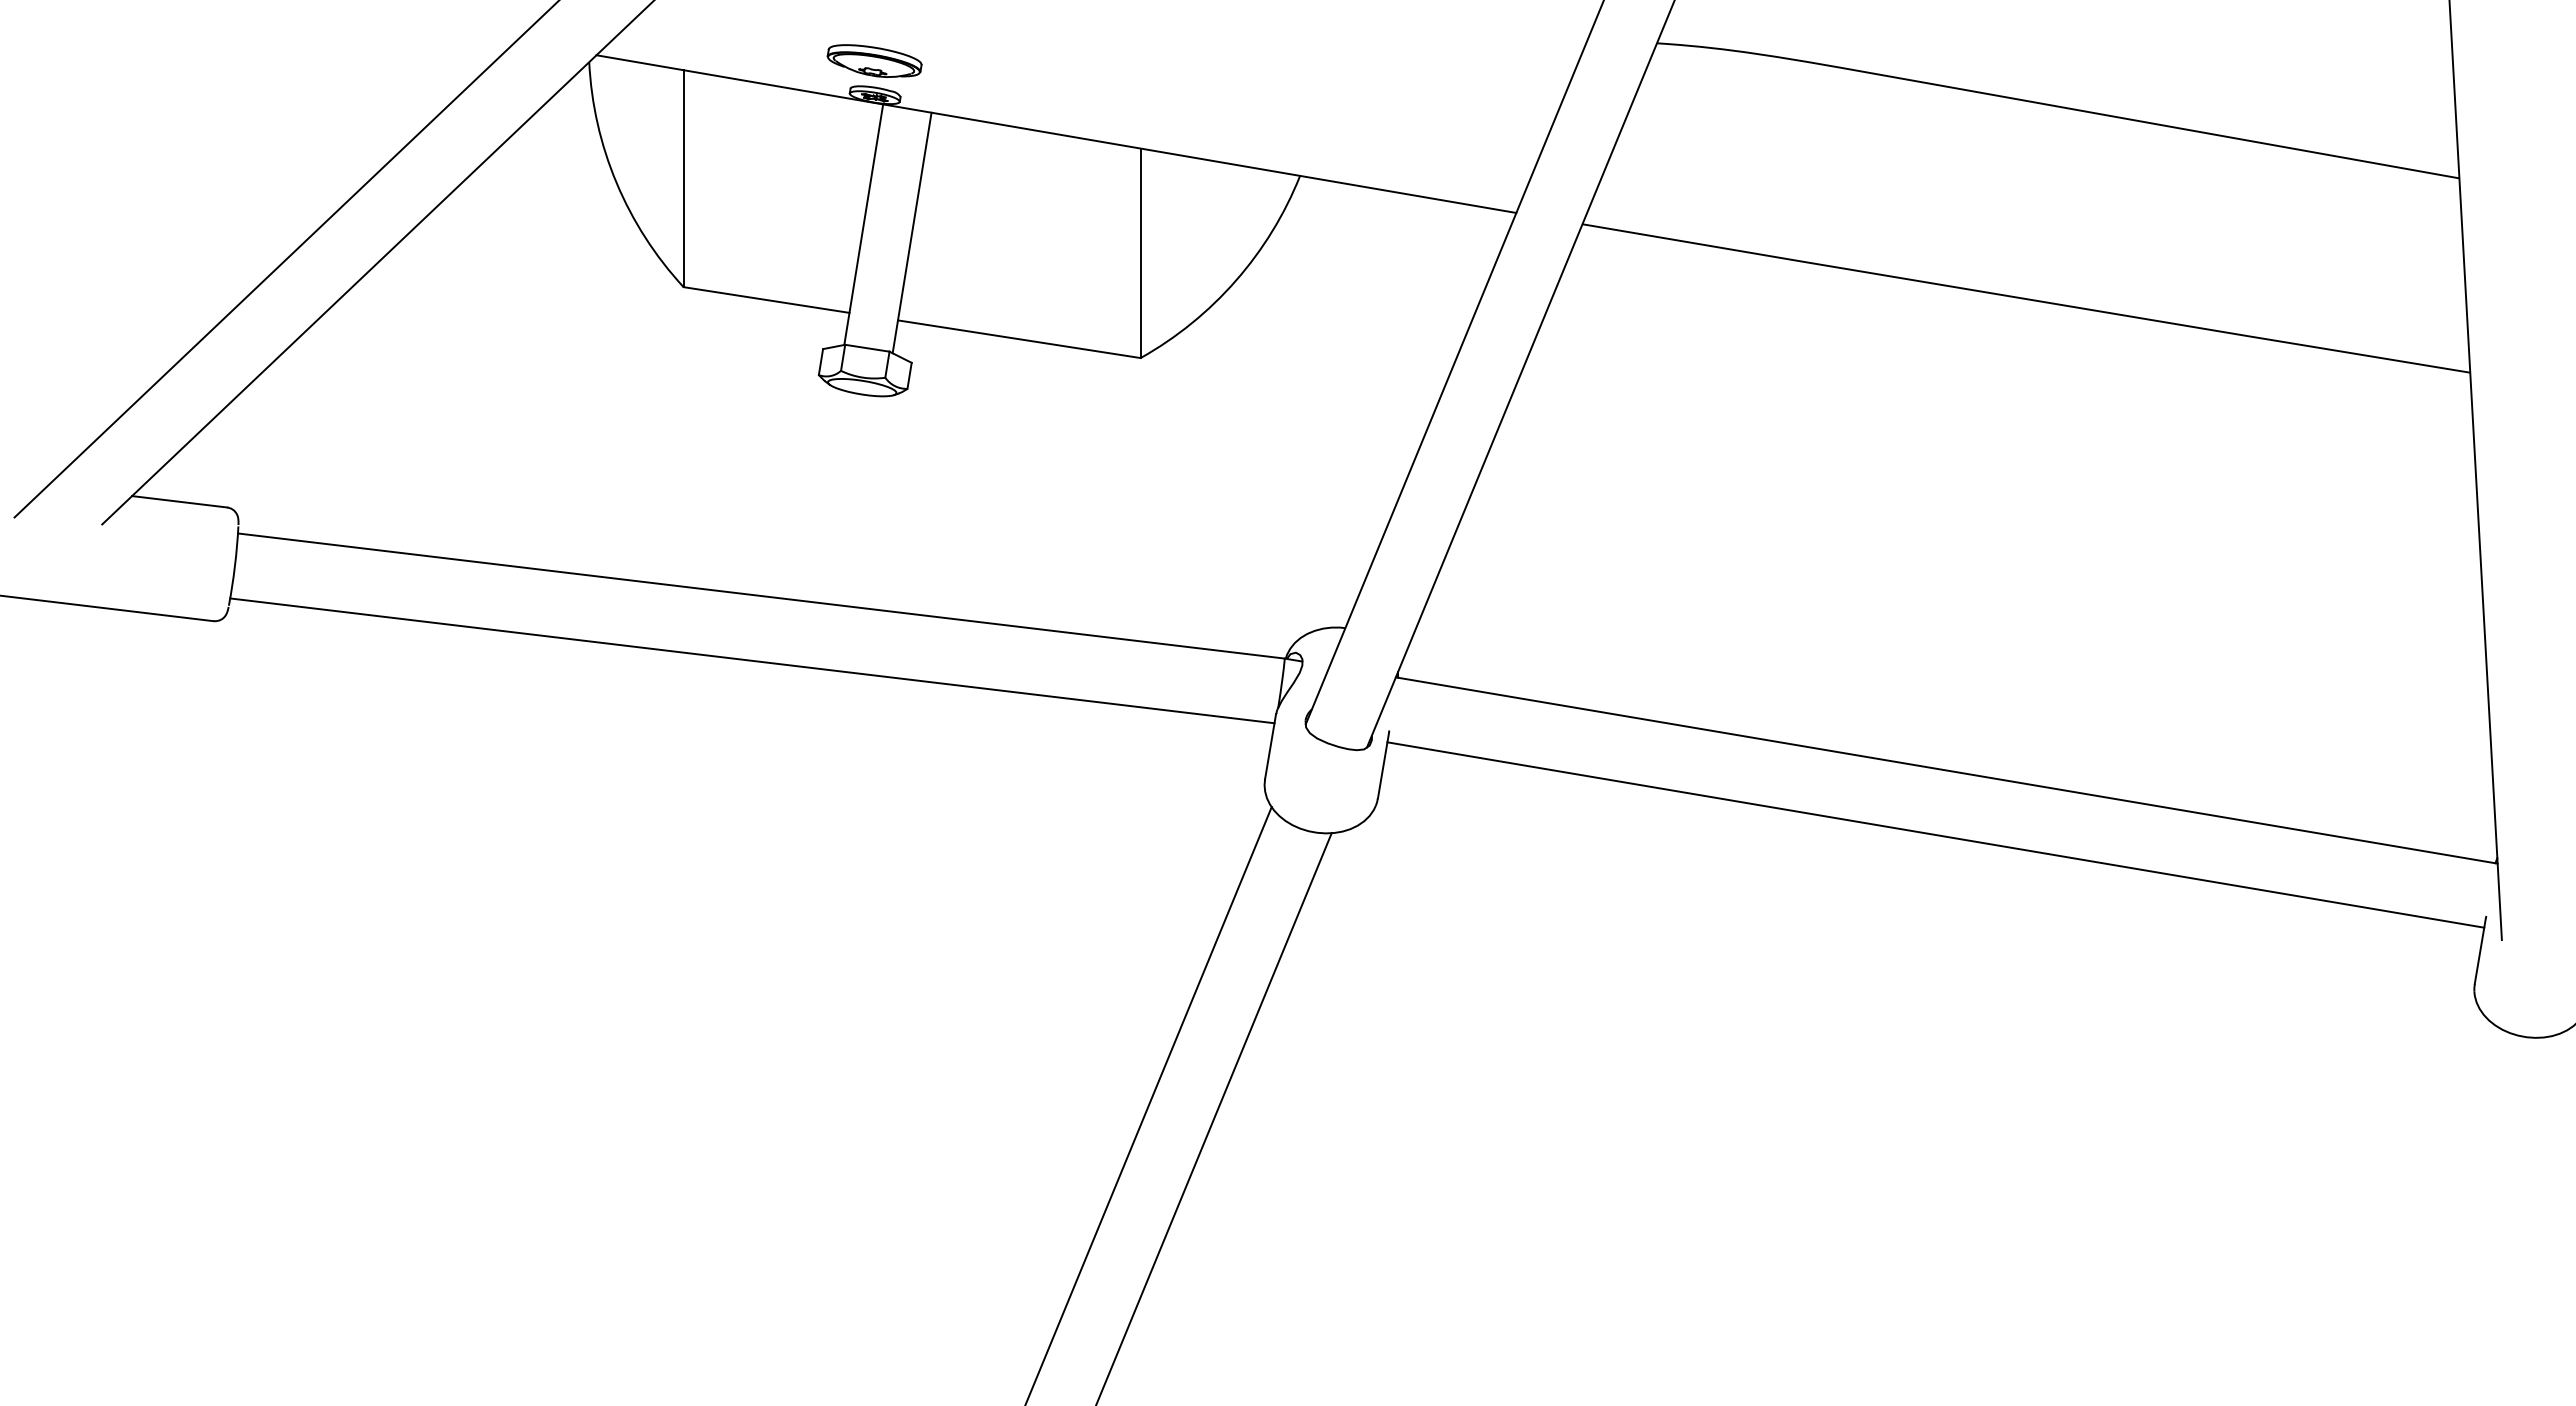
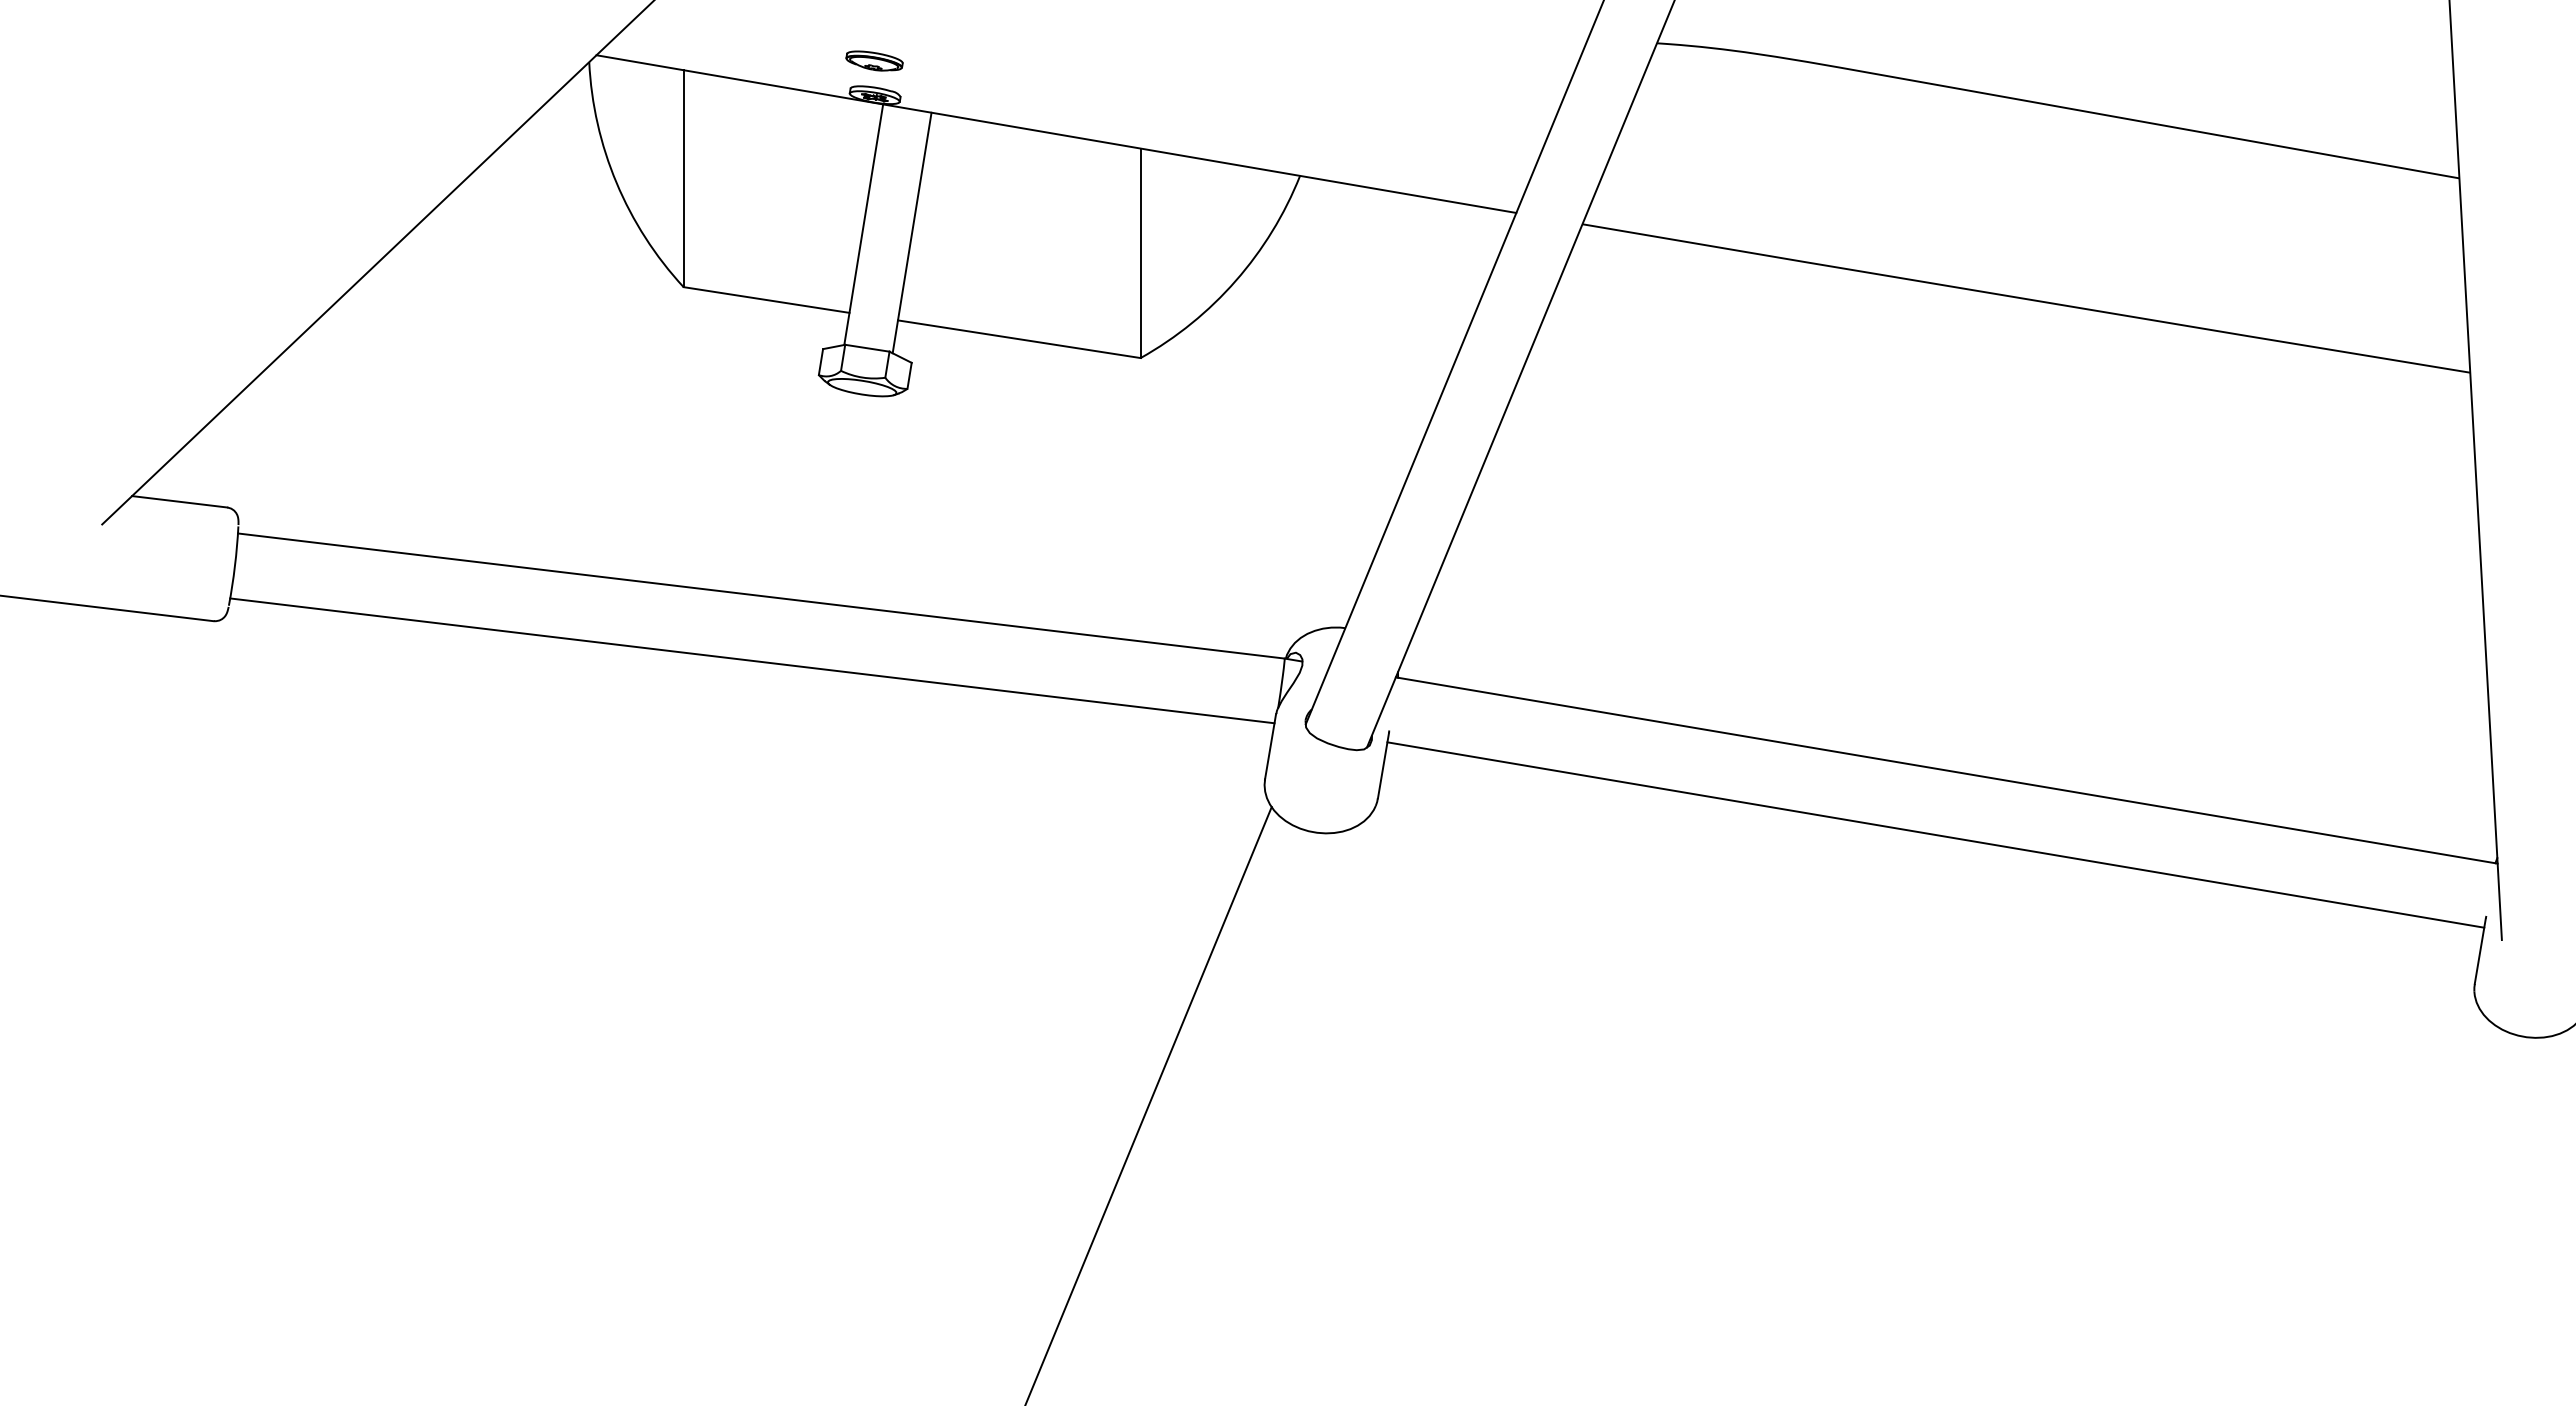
part at (874, 60) size: 97x34 px -> 59x22 px
line at (285, 259): present -> none
line at (1214, 1117): present -> none
